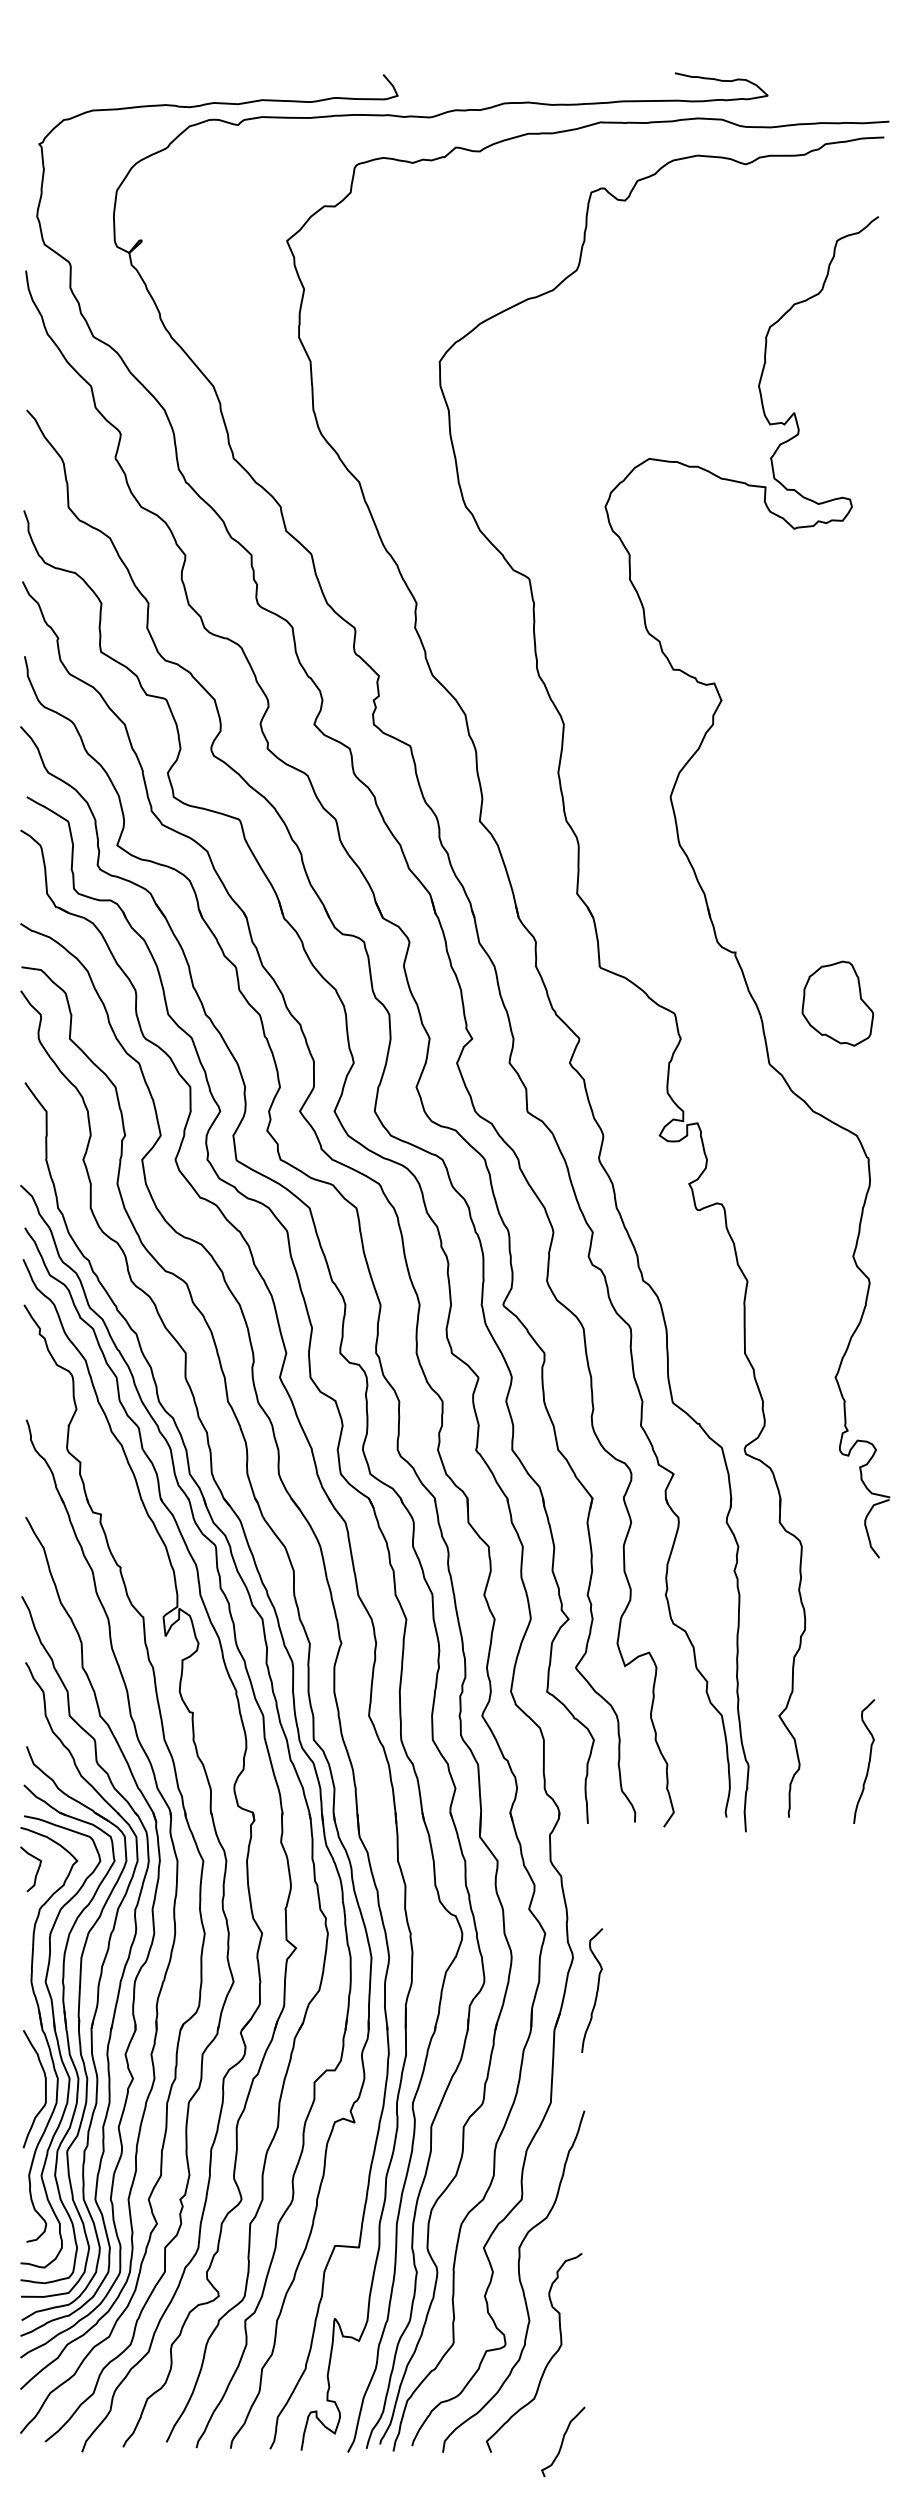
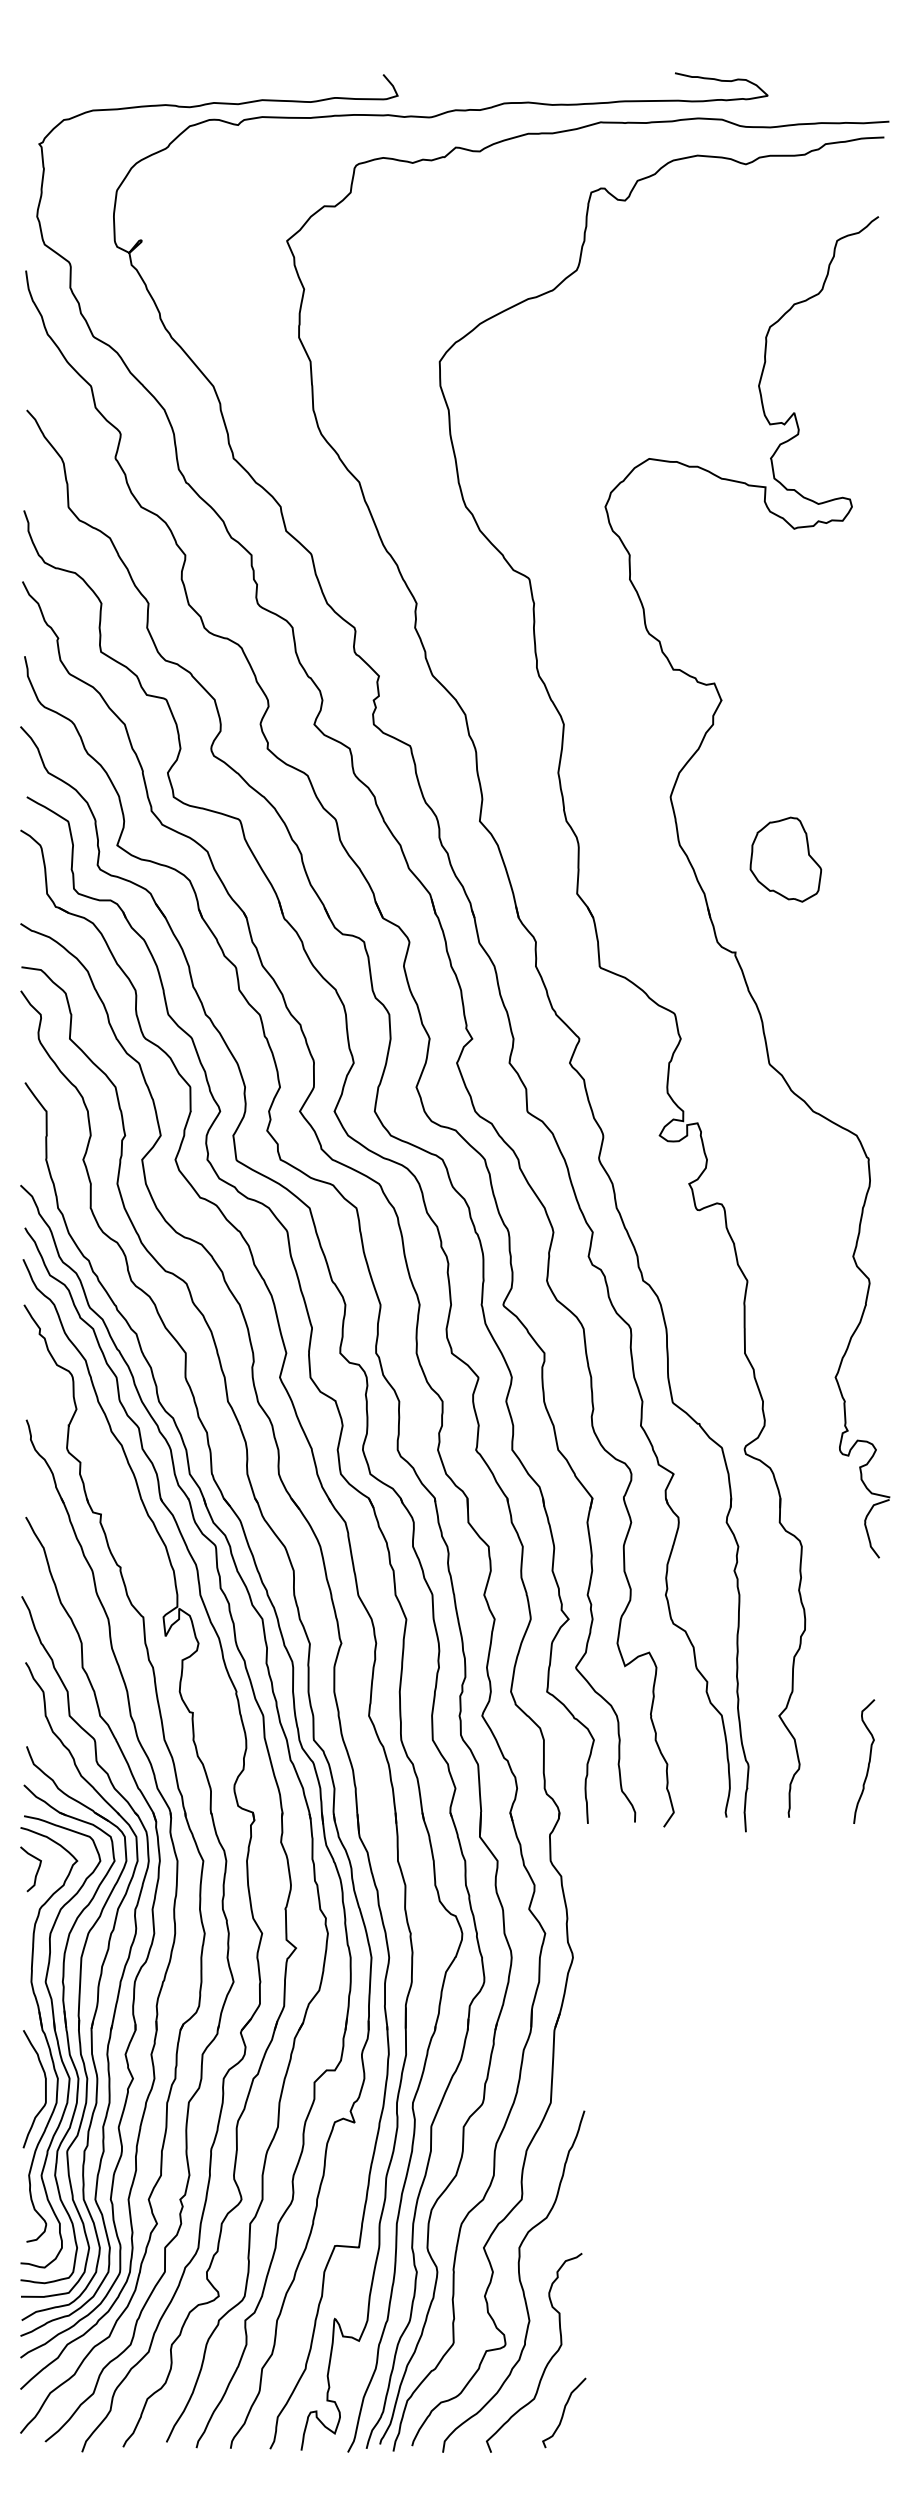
part at (837, 1003) position: (837, 1003) -> (785, 859)
curve at (596, 1990): present -> none
curve at (563, 2441) position: (563, 2441) -> (564, 2412)
